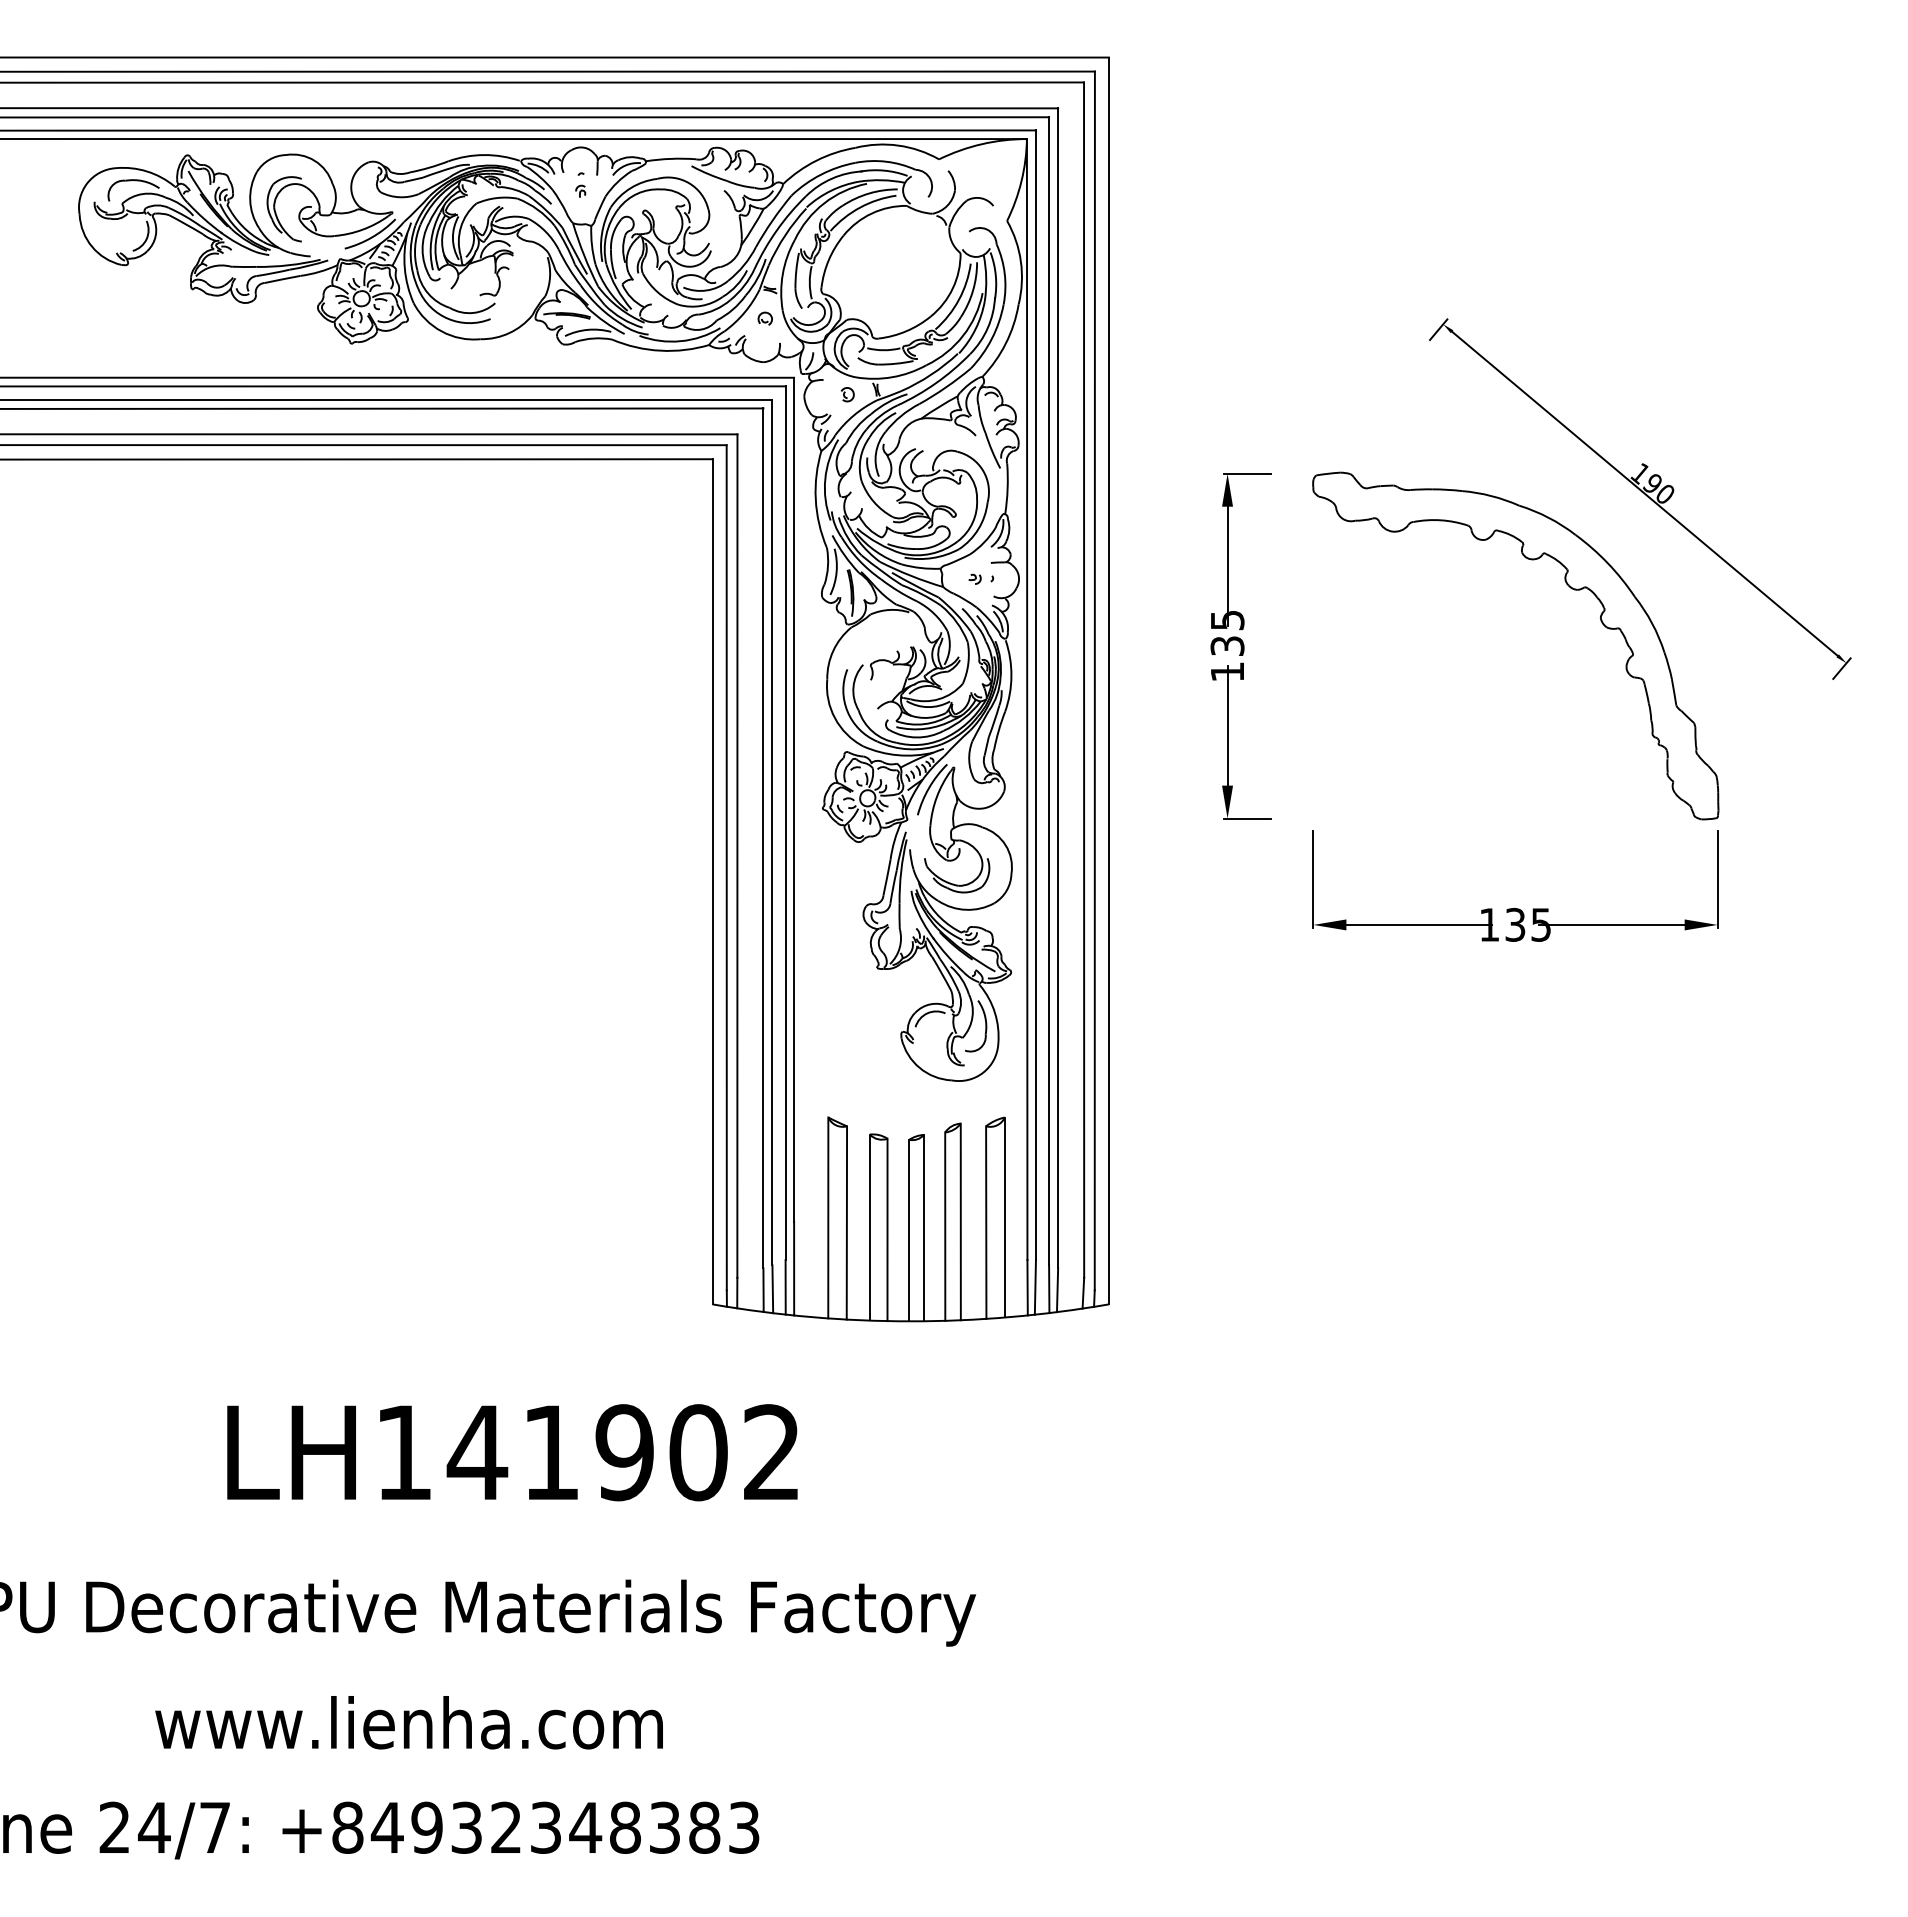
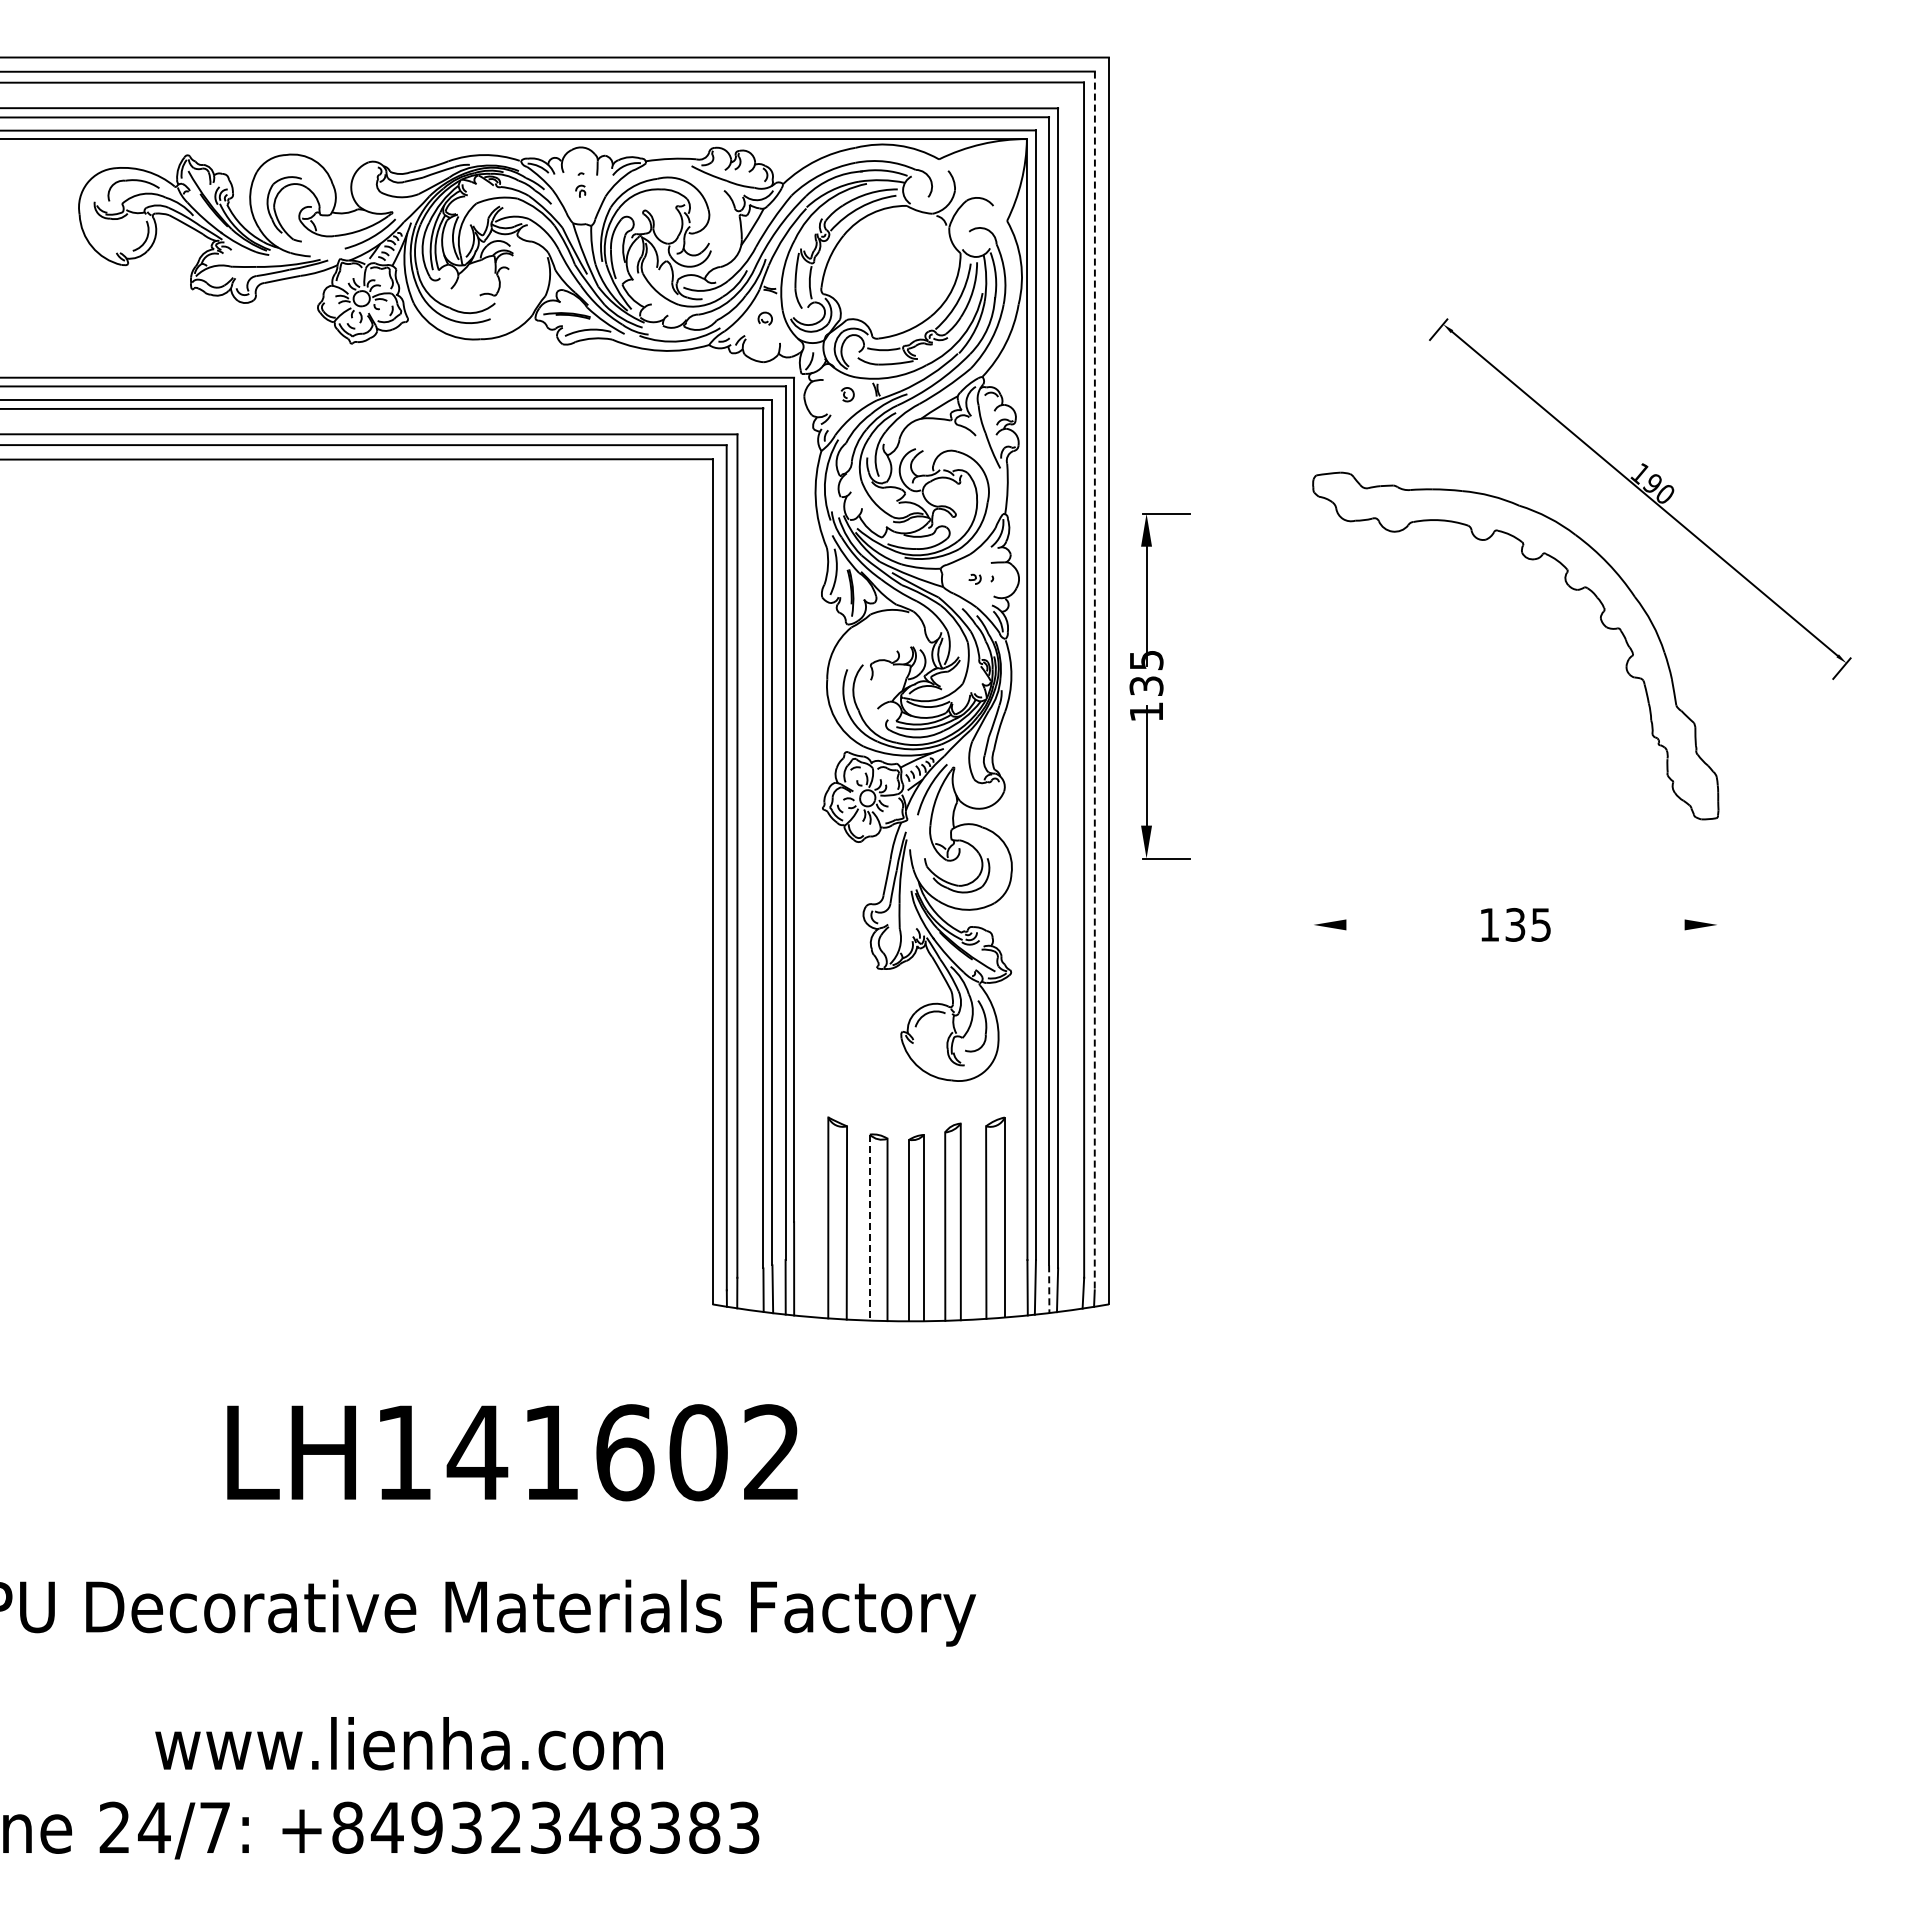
part at (1240, 646) position: (1240, 646) -> (1159, 686)
line at (1094, 681): solid -> dashed
line at (1313, 879): present -> none
line at (1717, 879): present -> none
line at (1418, 924): present -> none
line at (1611, 924): present -> none
line at (869, 1227): solid -> dashed
line at (1049, 1289): solid -> dashed
text at (624, 1452): LH141902 -> LH141602
text at (408, 1722) position: (408, 1722) -> (408, 1743)
